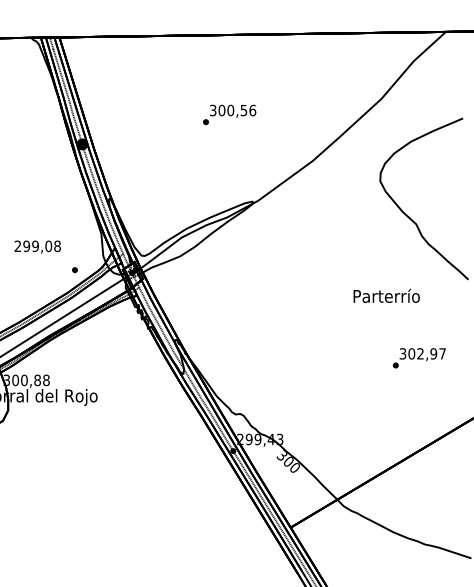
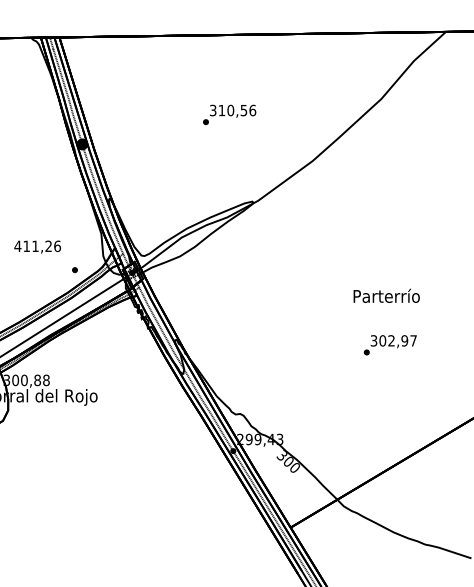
text at (221, 110): 300,56 -> 310,56
curve at (407, 214): present -> none
text at (37, 246): 299,08 -> 411,26
text at (418, 358) position: (418, 358) -> (389, 345)
